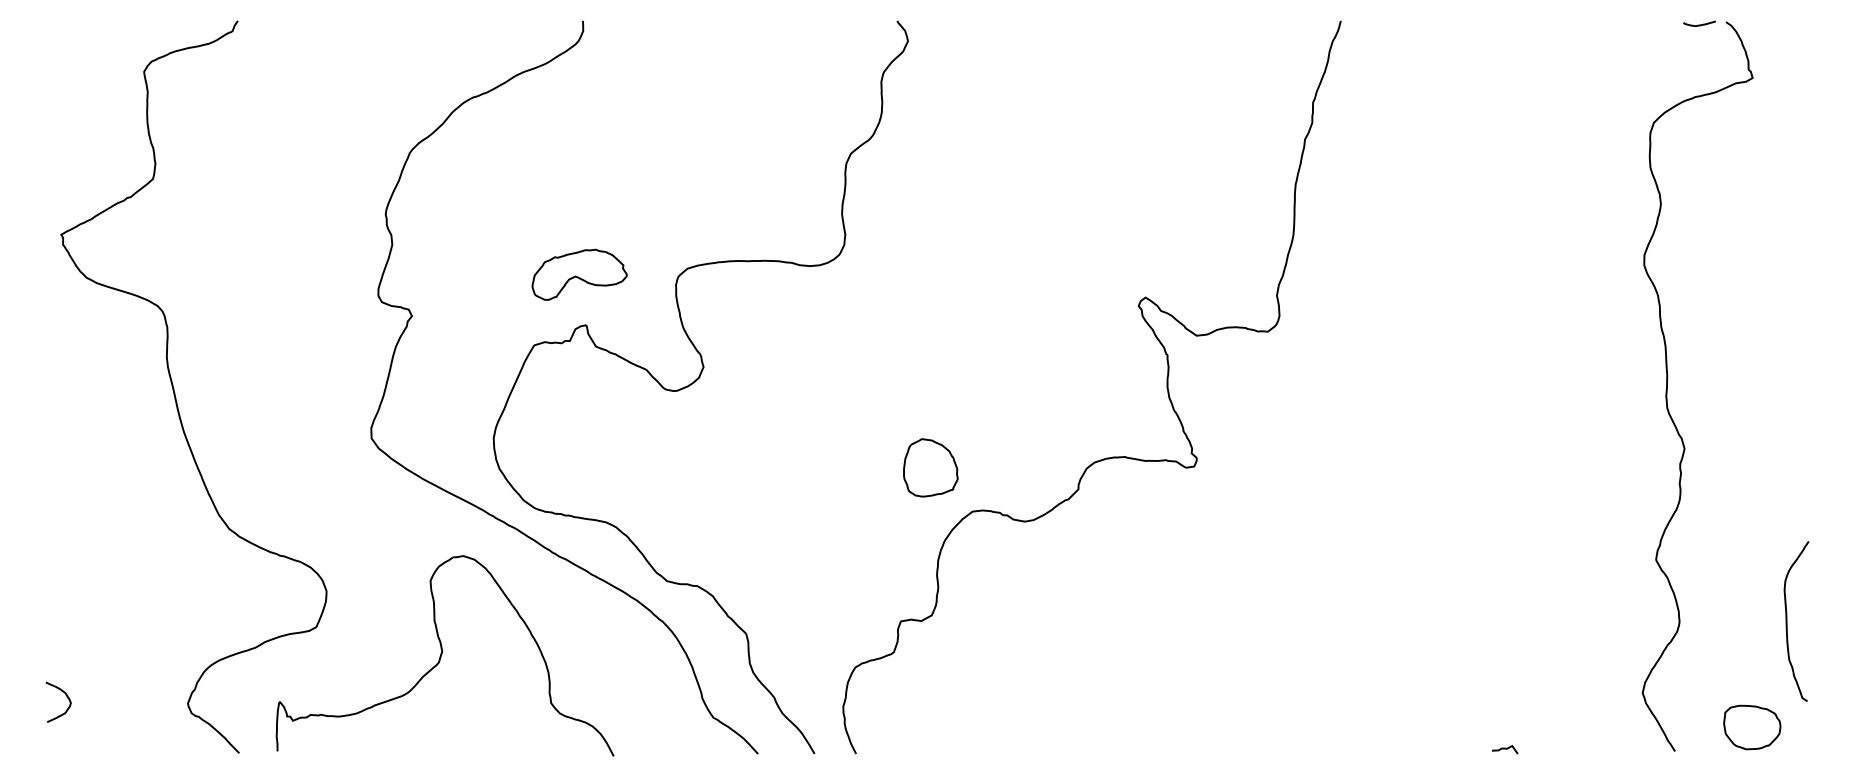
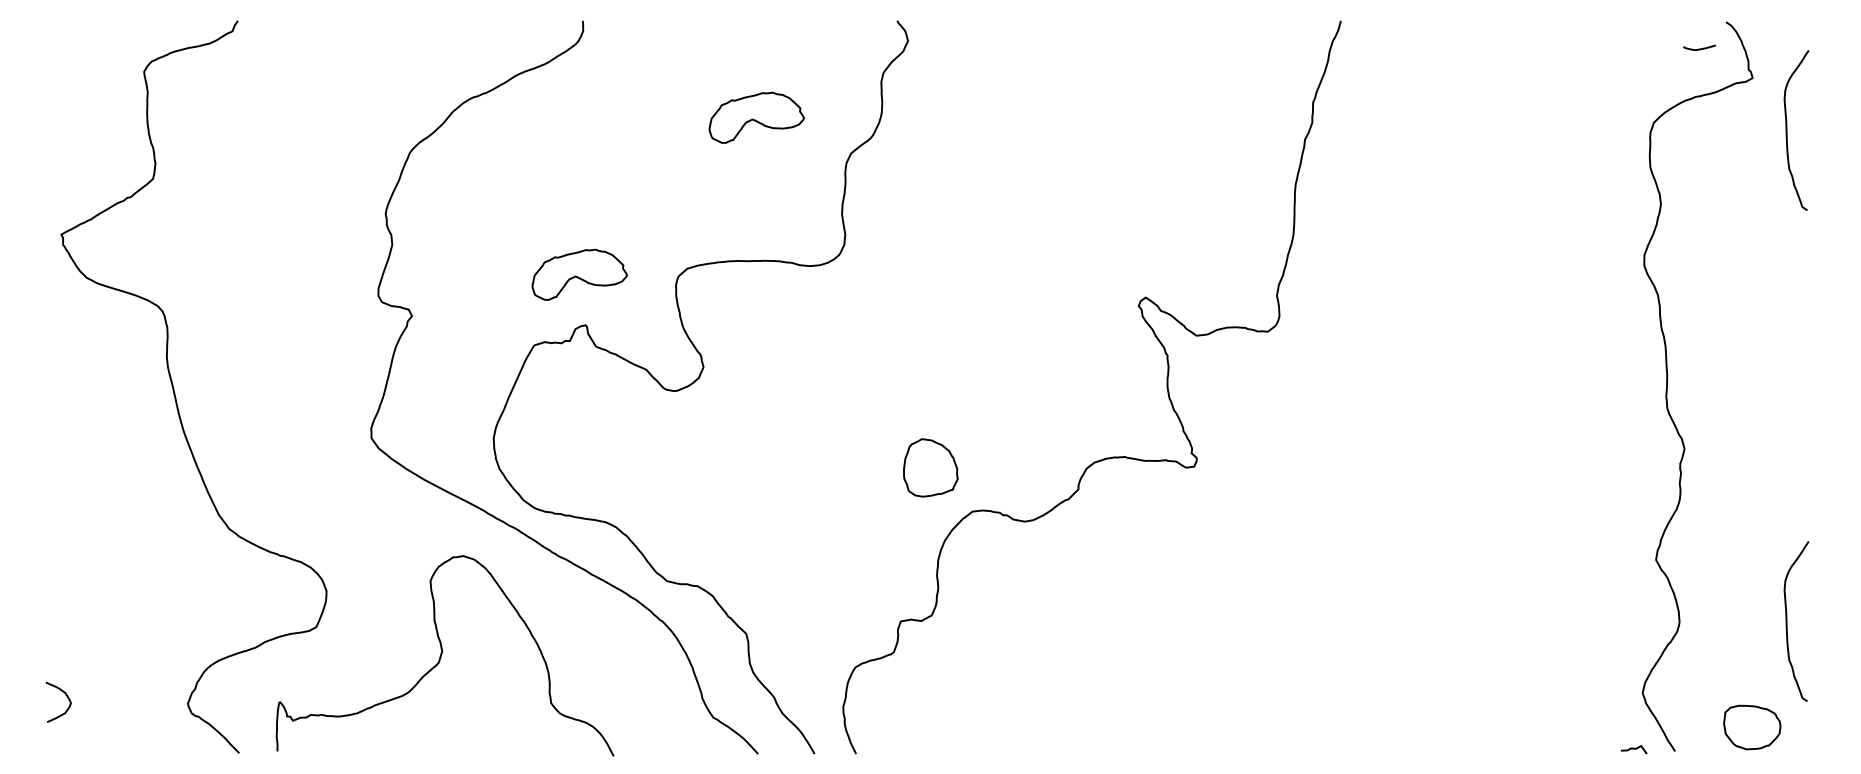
curve at (1699, 24) position: (1699, 24) -> (1699, 48)
part at (756, 117): none -> present
curve at (1787, 130): none -> present
curve at (1504, 749) position: (1504, 749) -> (1633, 749)
